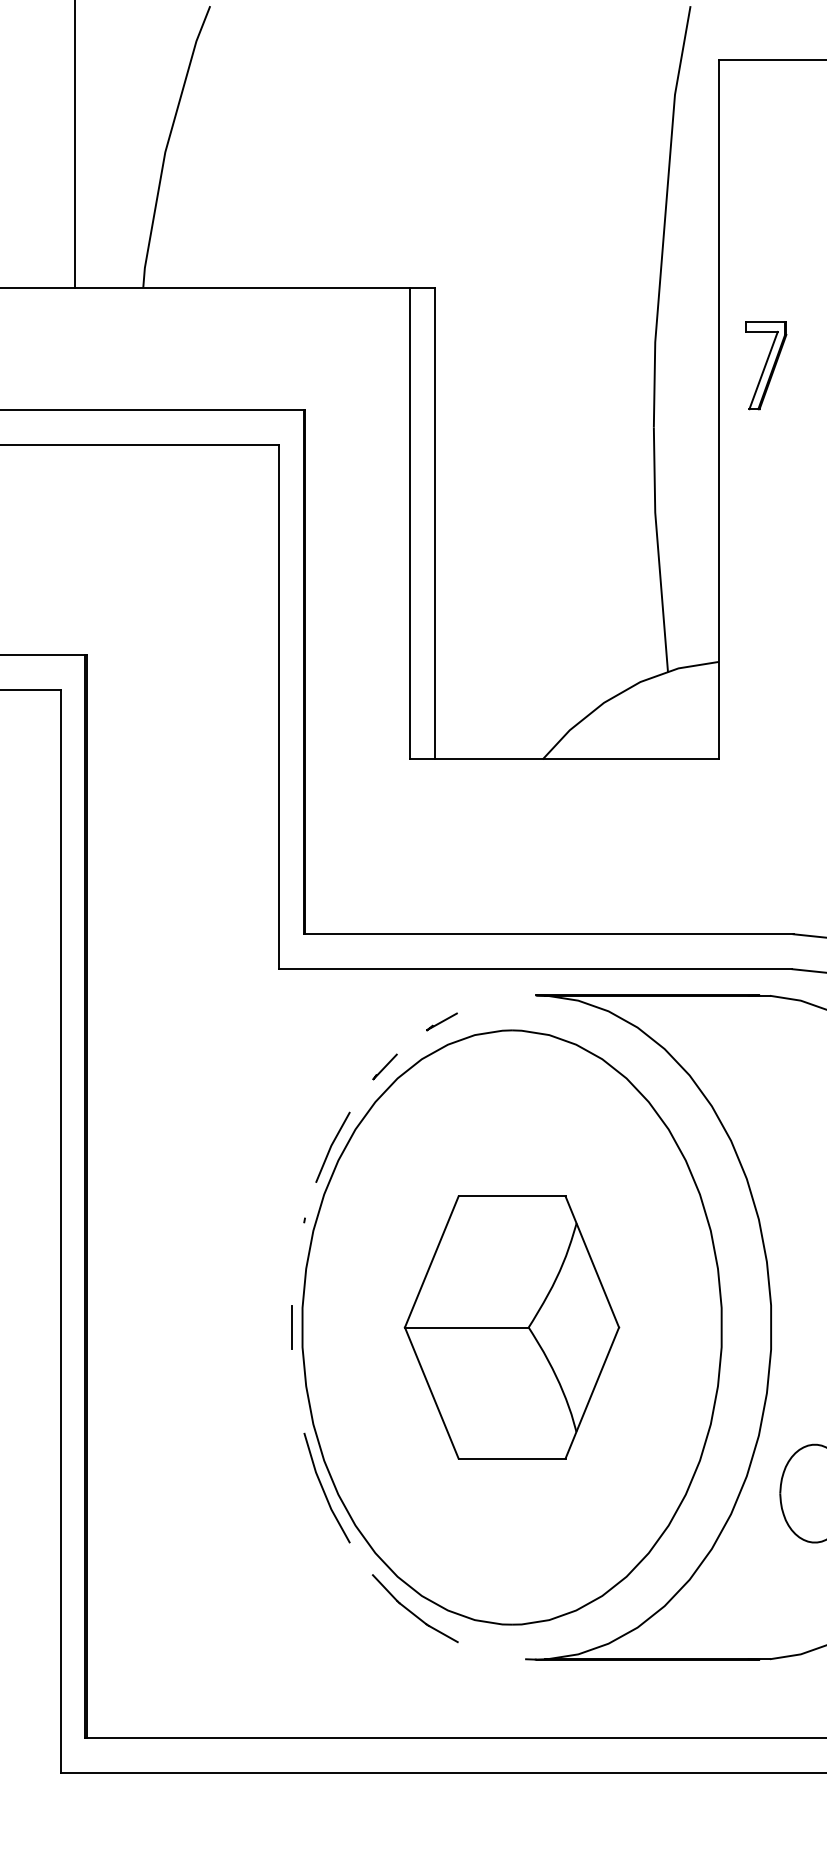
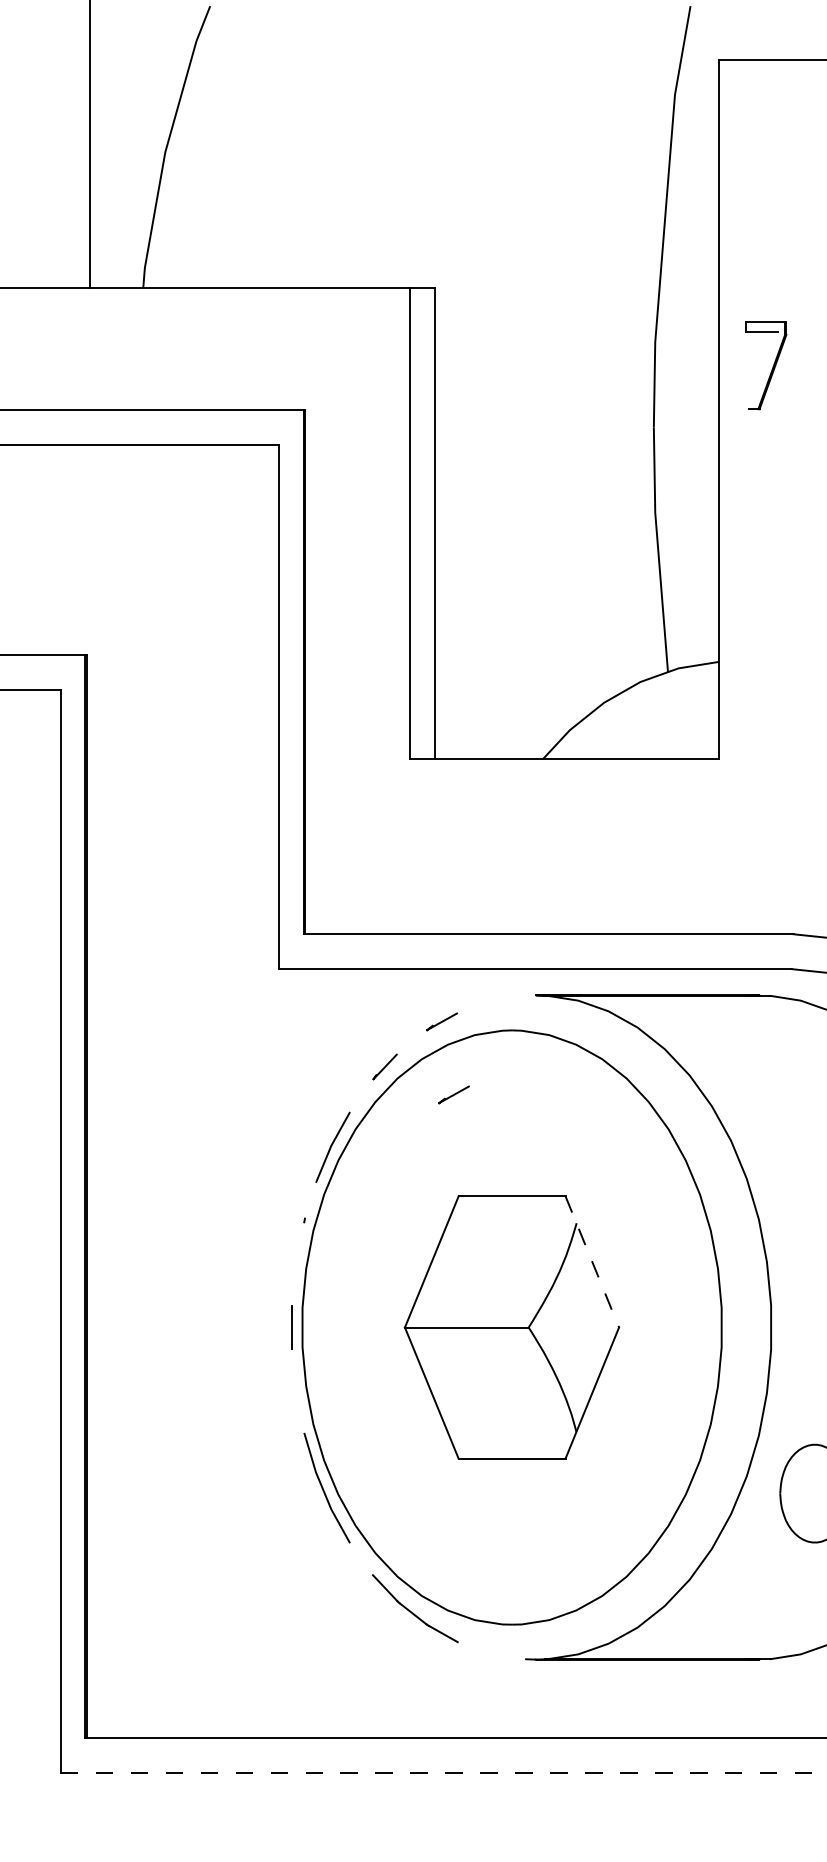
line at (75, 144) position: (75, 144) -> (90, 144)
line at (763, 370): present -> none
part at (453, 1094): none -> present
line at (592, 1261): solid -> dashed
line at (443, 1773): solid -> dashed
